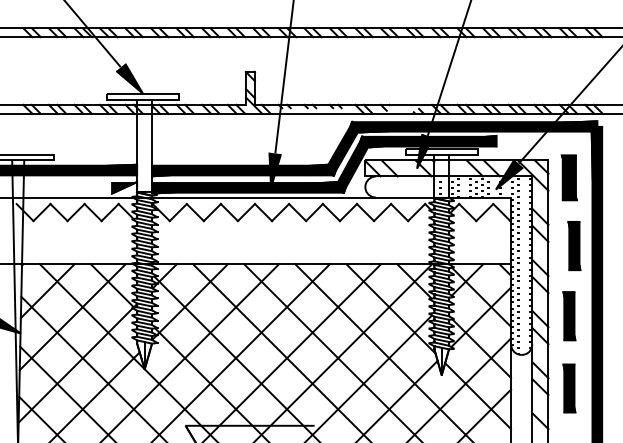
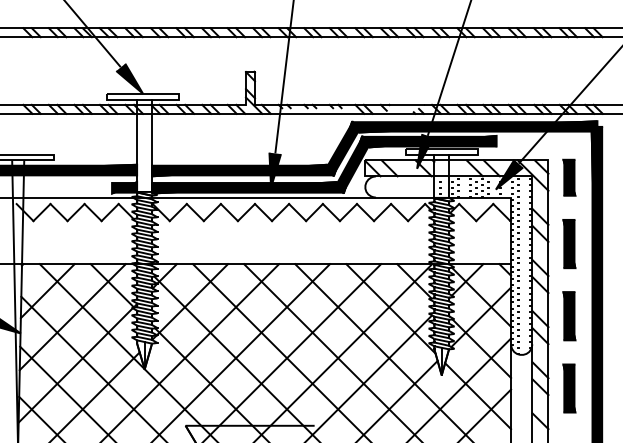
part at (568, 177) size: 18x48 px -> 15x39 px
fill at (124, 187): none -> present
part at (574, 246) position: (574, 246) -> (569, 244)
